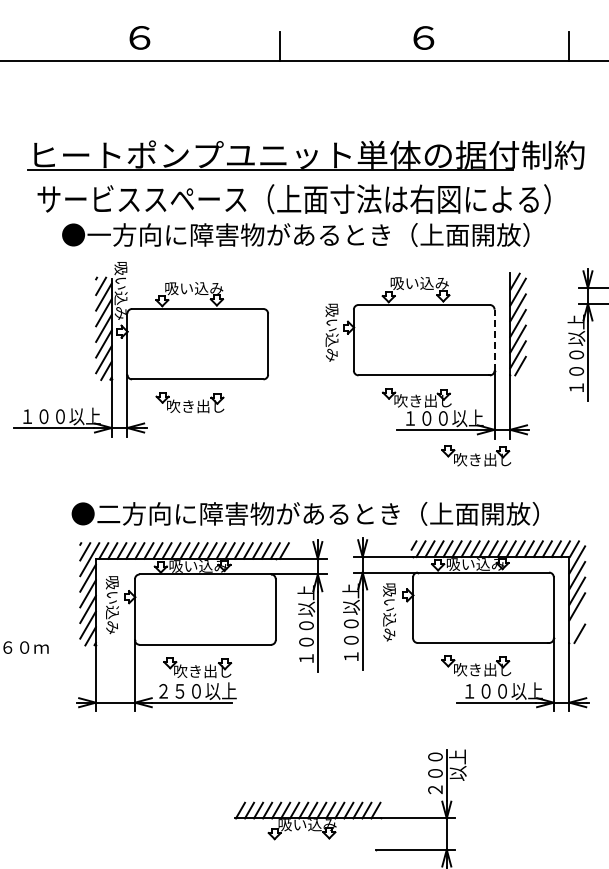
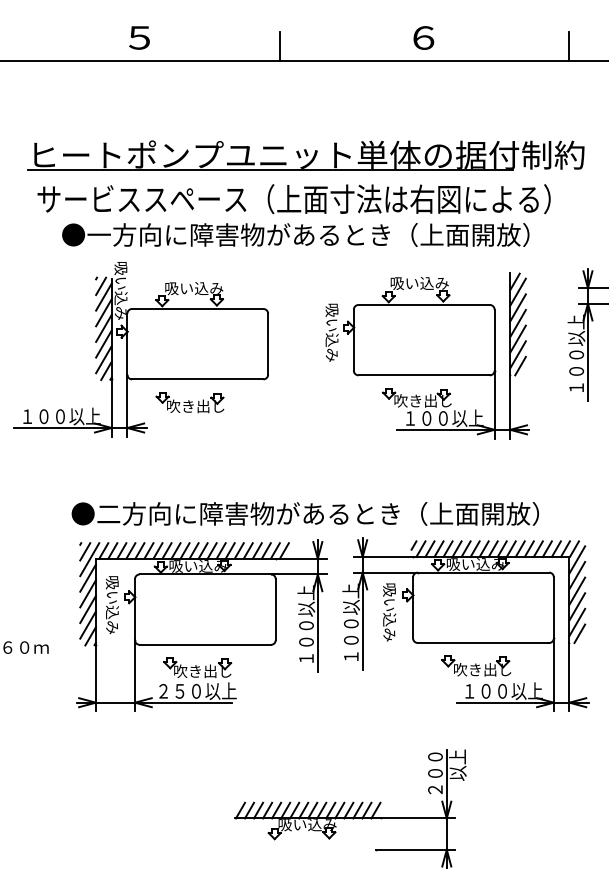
text at (139, 37): ６ -> ５
line at (494, 339): dashed -> solid
part at (476, 455): present -> none
line at (577, 622): none -> present
